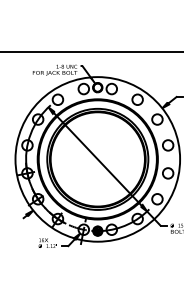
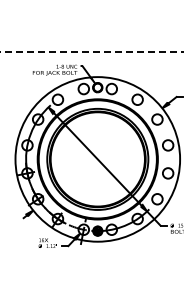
line at (92, 51): solid -> dashed
